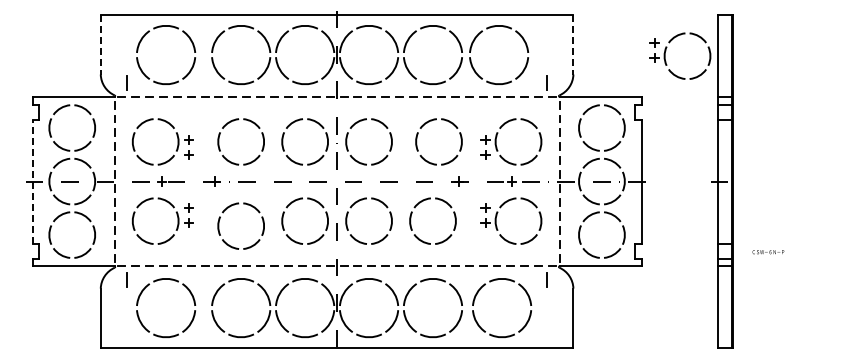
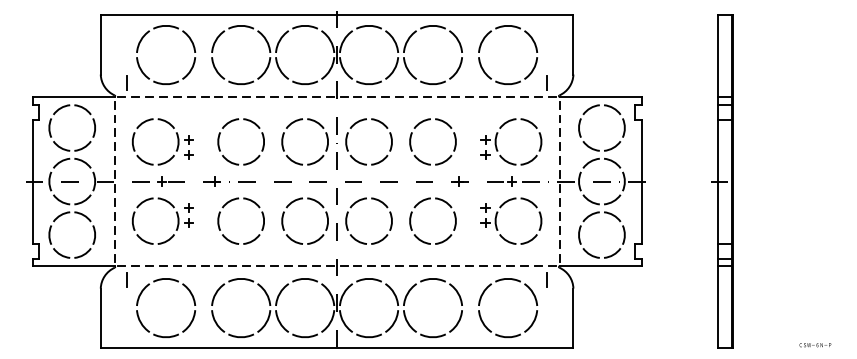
part at (507, 28) position: (507, 28) -> (516, 28)
line at (100, 44): dashed -> solid
line at (573, 44): dashed -> solid
part at (666, 51): present -> none
part at (417, 141) position: (417, 141) -> (411, 141)
line at (32, 181): dashed -> solid
part at (230, 207) position: (230, 207) -> (230, 202)
text at (768, 252) position: (768, 252) -> (815, 345)
part at (526, 321) position: (526, 321) -> (532, 321)
